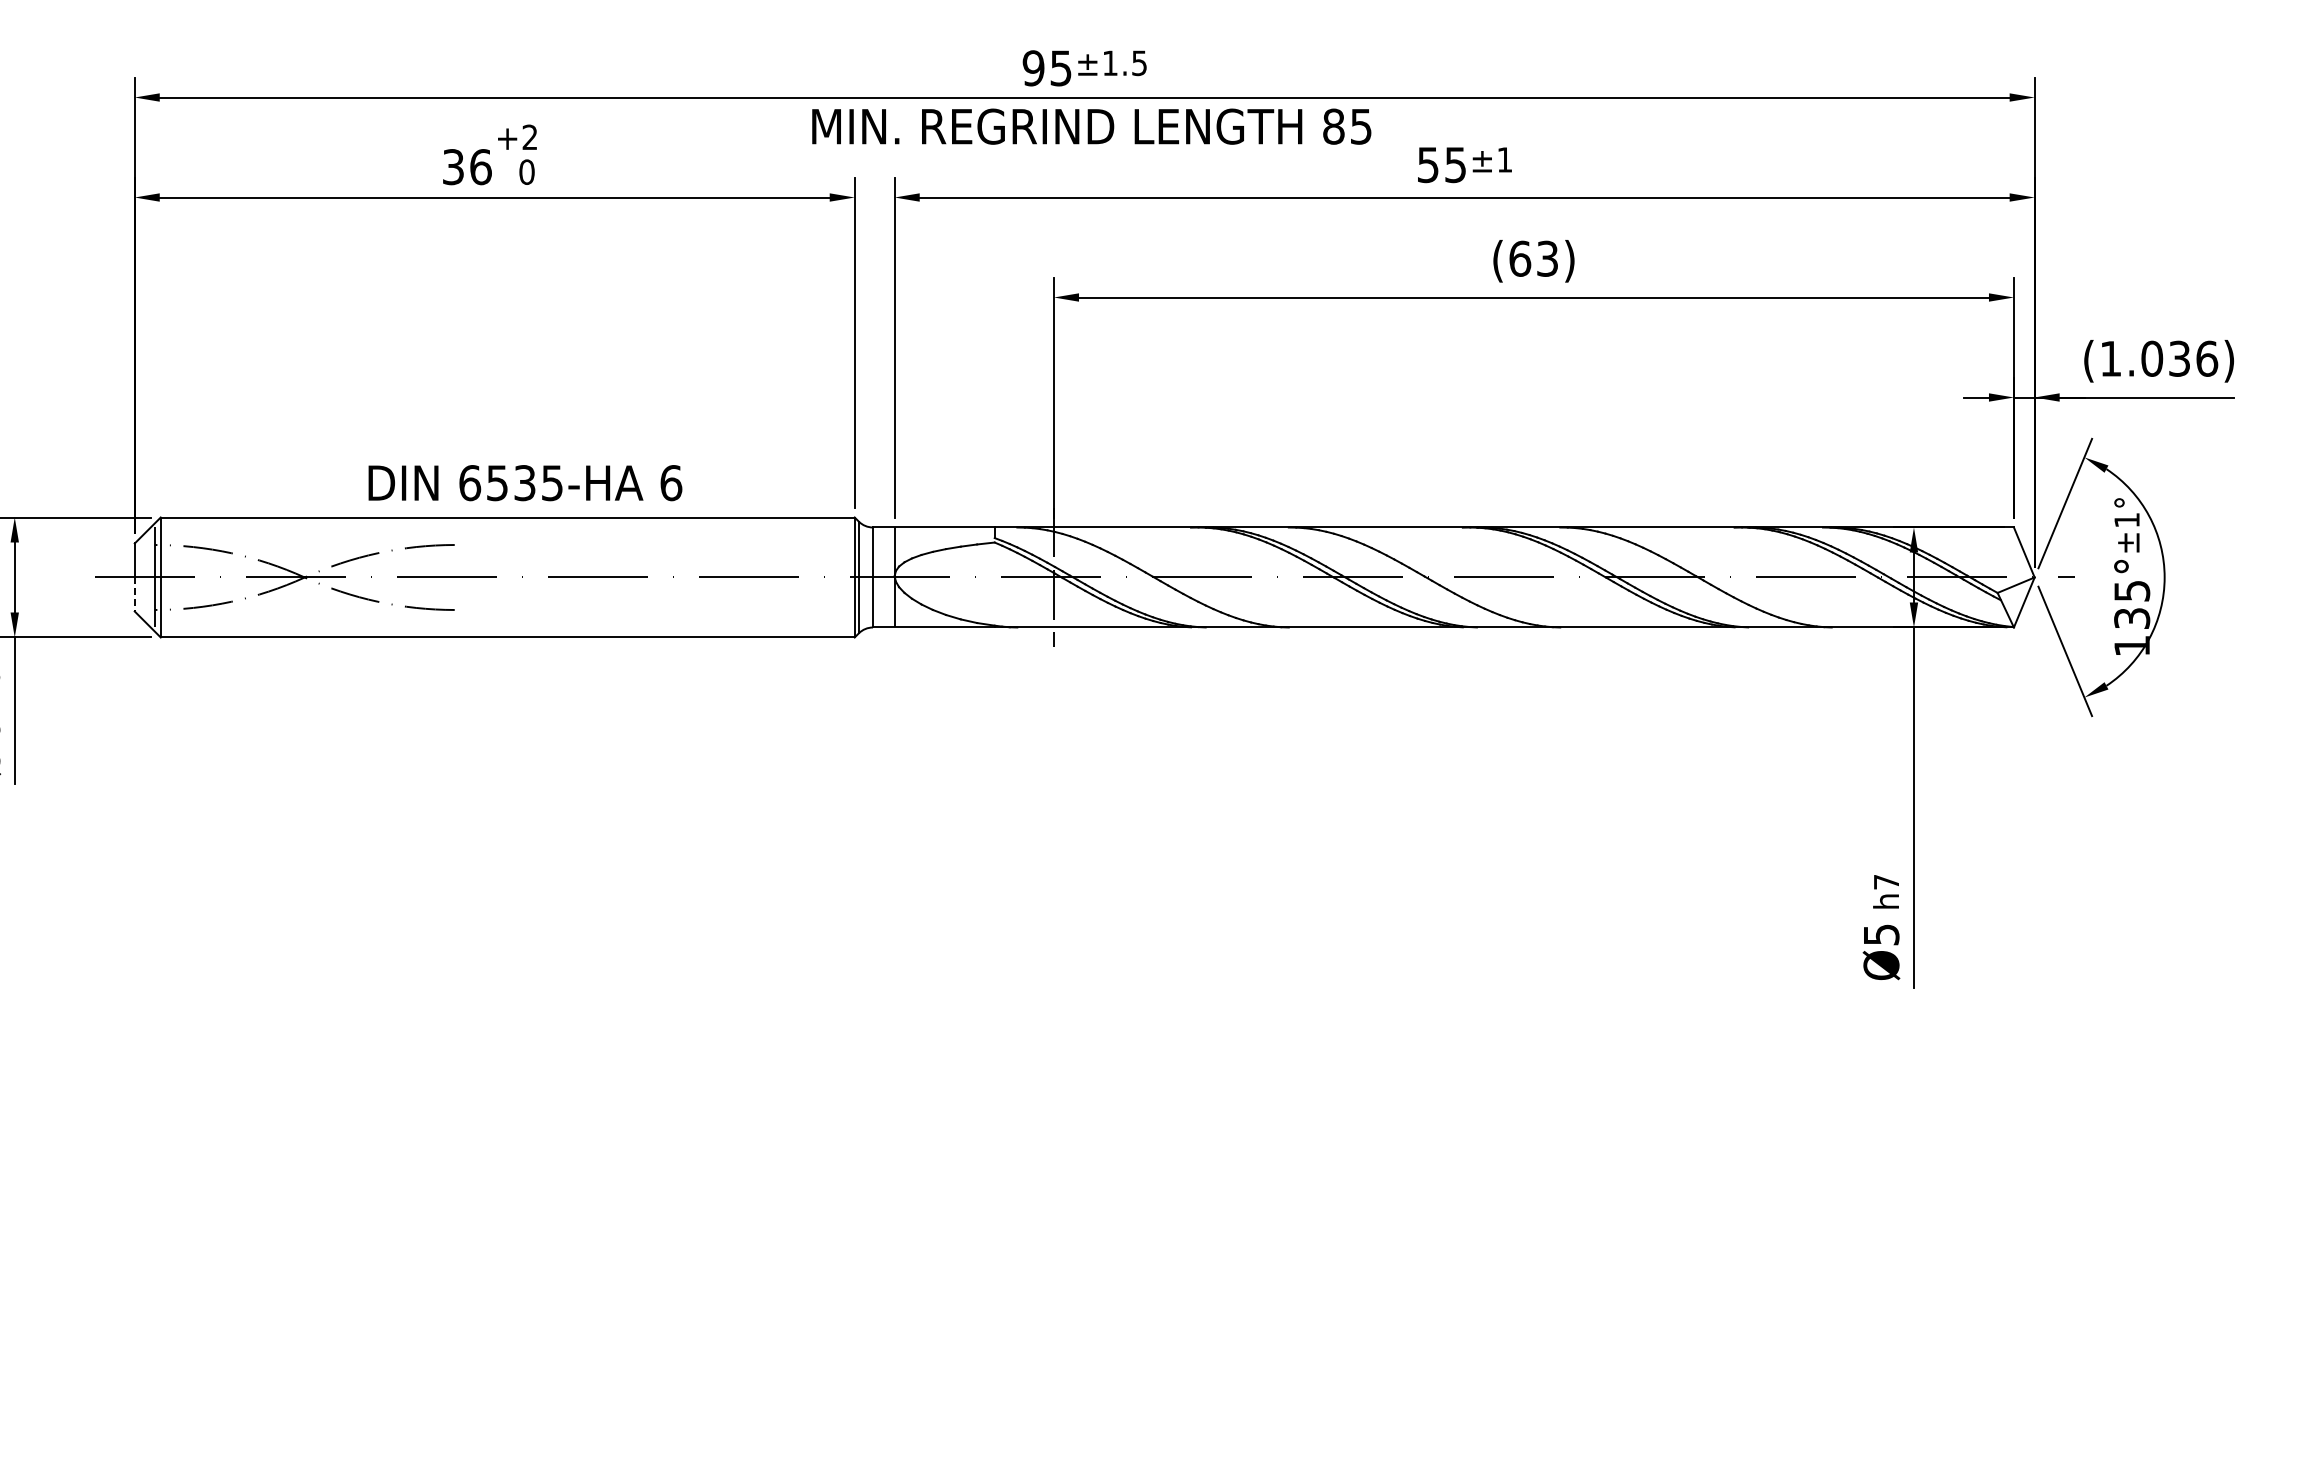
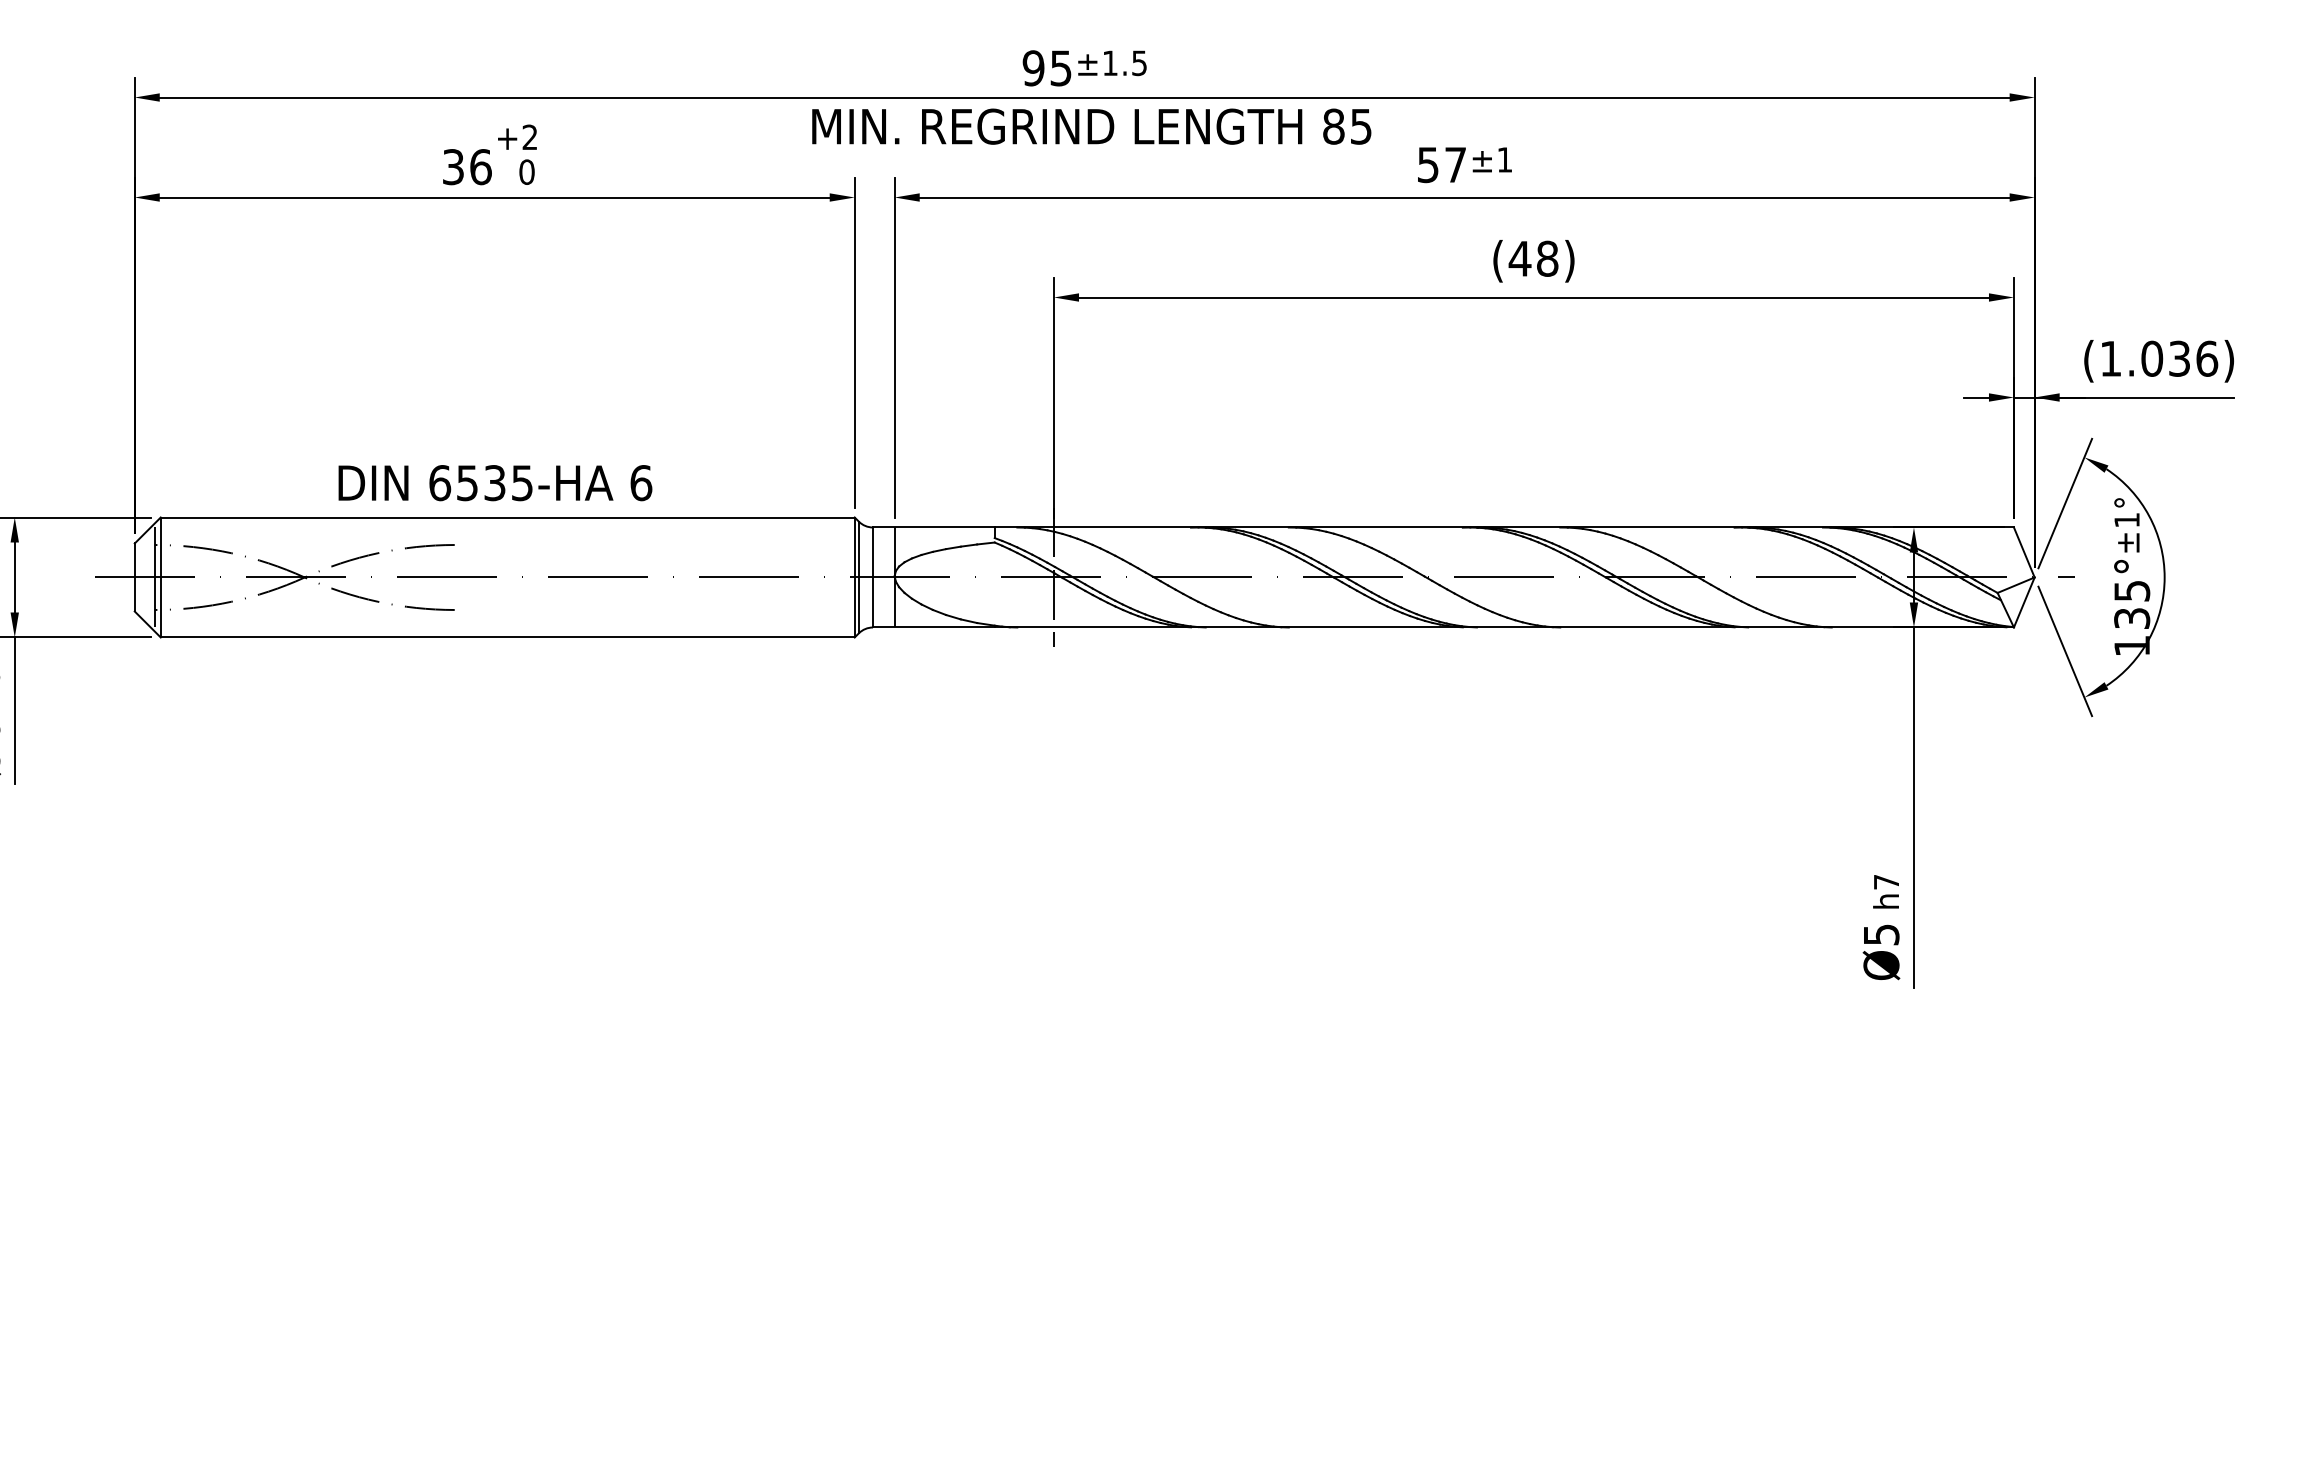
text at (1455, 165): 55 -> 57
text at (1533, 258): (63) -> (48)
text at (525, 483) position: (525, 483) -> (495, 483)
line at (134, 594): dashed -> solid
